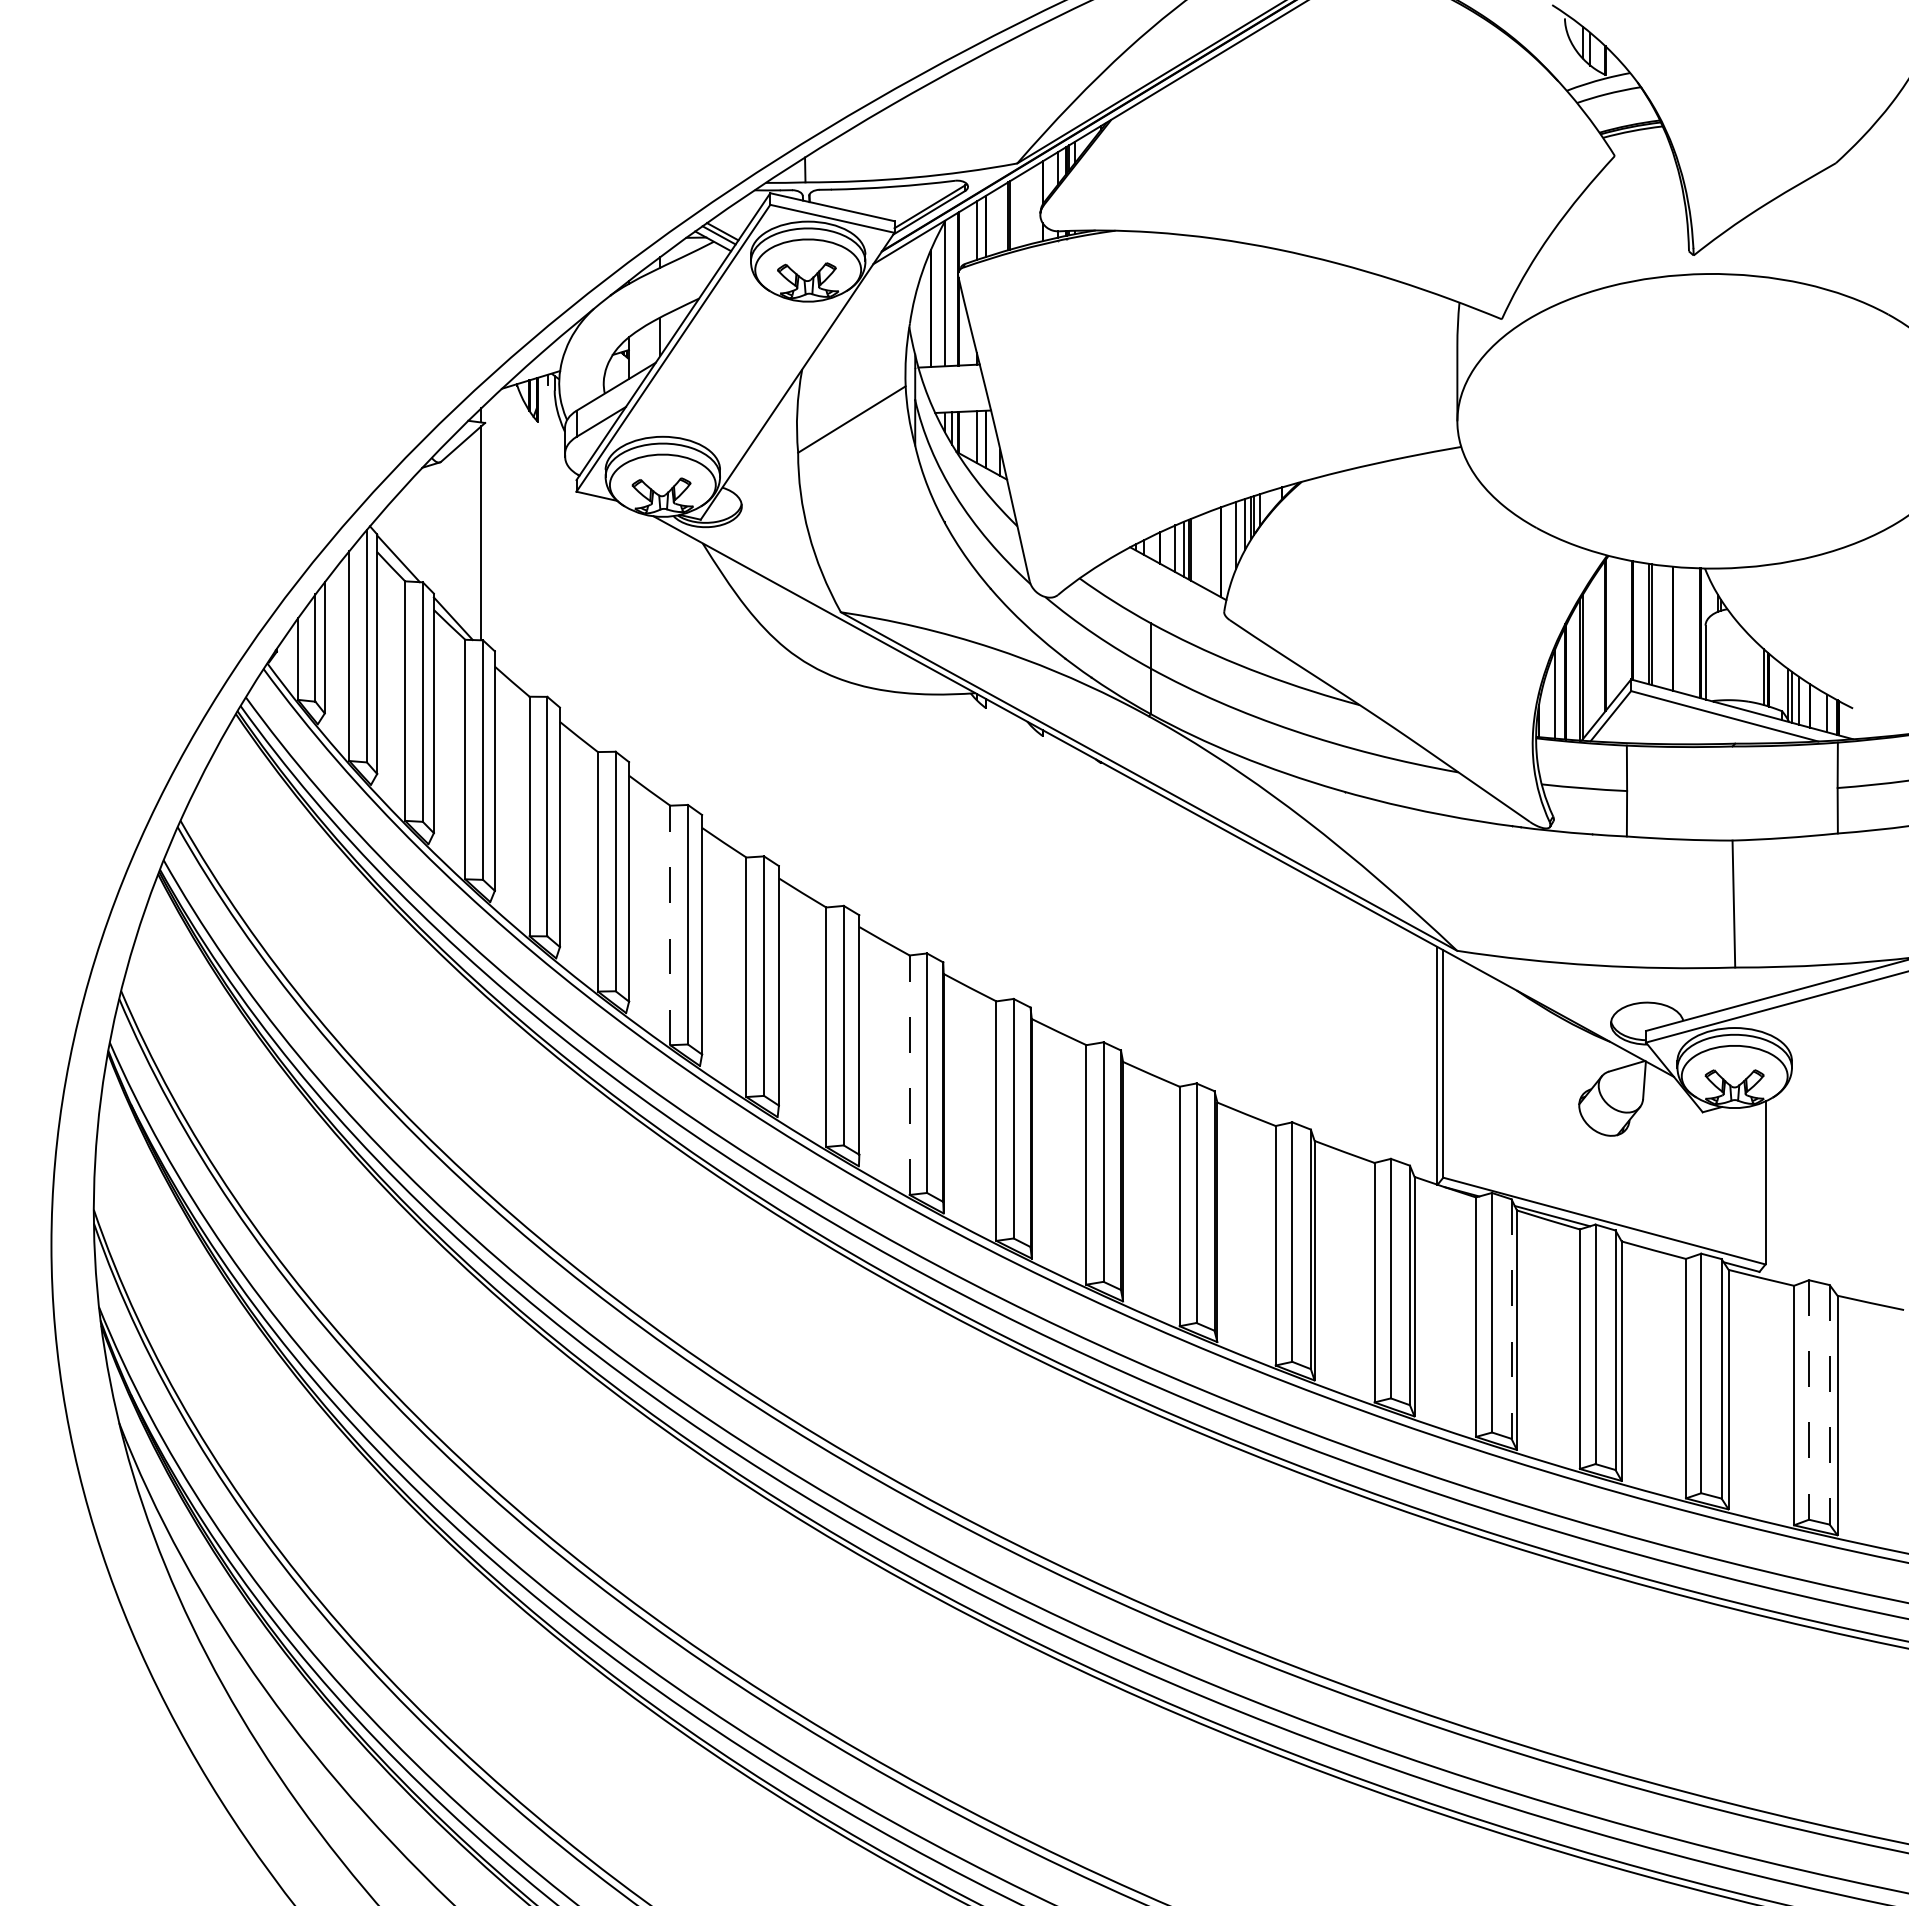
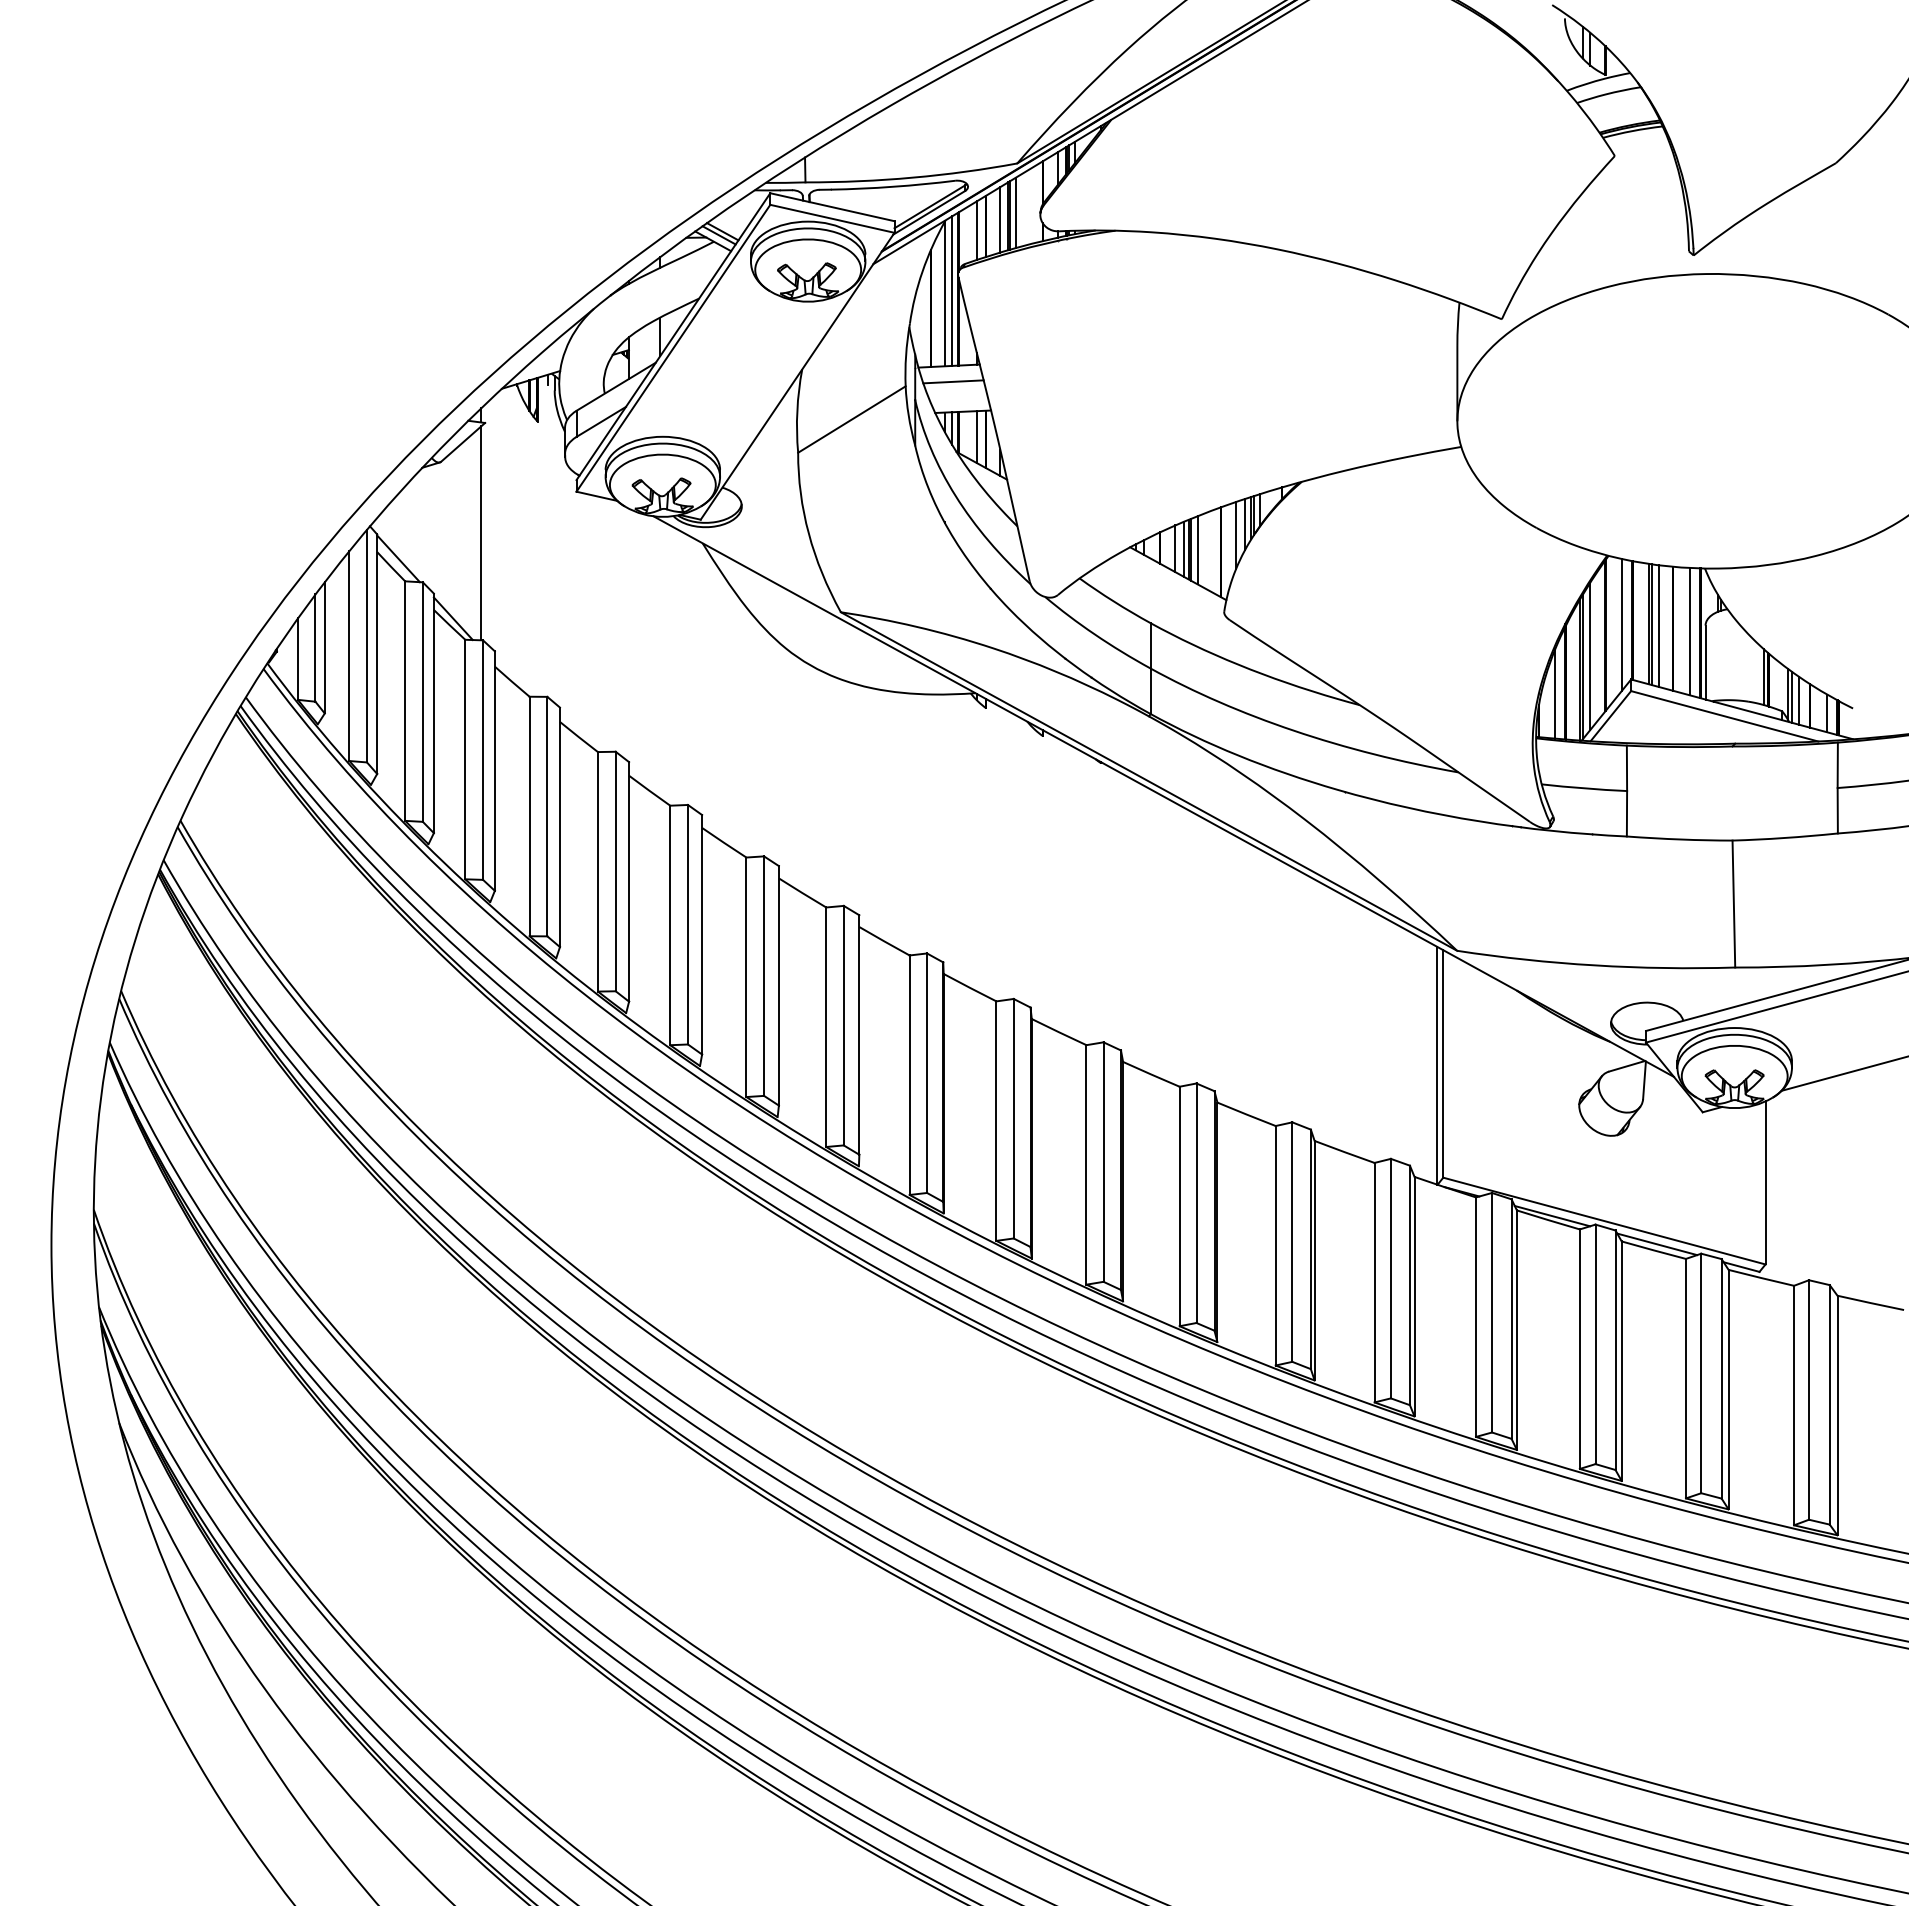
line at (1016, 212): none -> present
line at (1000, 219): none -> present
line at (952, 290): none -> present
line at (953, 381): none -> present
line at (1197, 550): none -> present
line at (1622, 624): none -> present
line at (1659, 626): none -> present
line at (1689, 631): none -> present
line at (1590, 655): none -> present
line at (670, 925): dashed -> solid
line at (1843, 1073): none -> present
line at (909, 1075): dashed -> solid
line at (1657, 1244): none -> present
line at (1511, 1319): dashed -> solid
line at (1808, 1399): dashed -> solid
line at (1829, 1404): dashed -> solid
